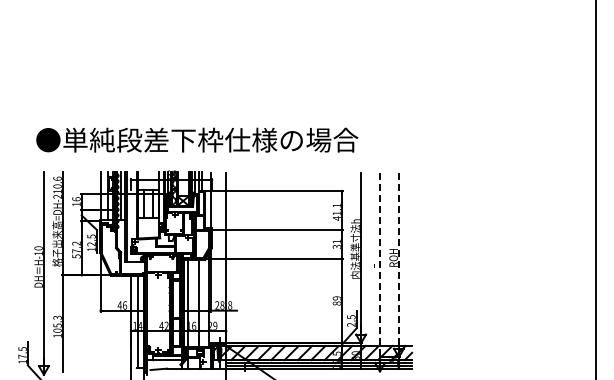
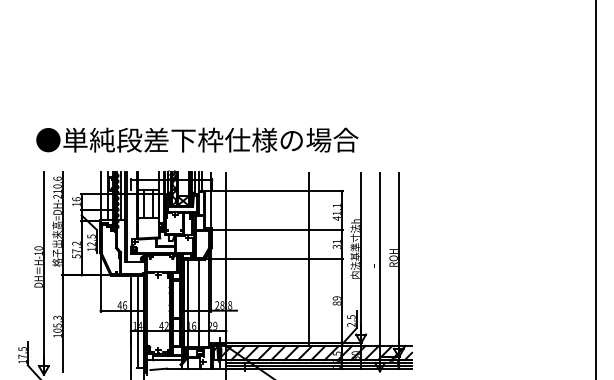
line at (309, 258): none -> present
line at (398, 260): dashed -> solid
line at (380, 267): dashed -> solid
